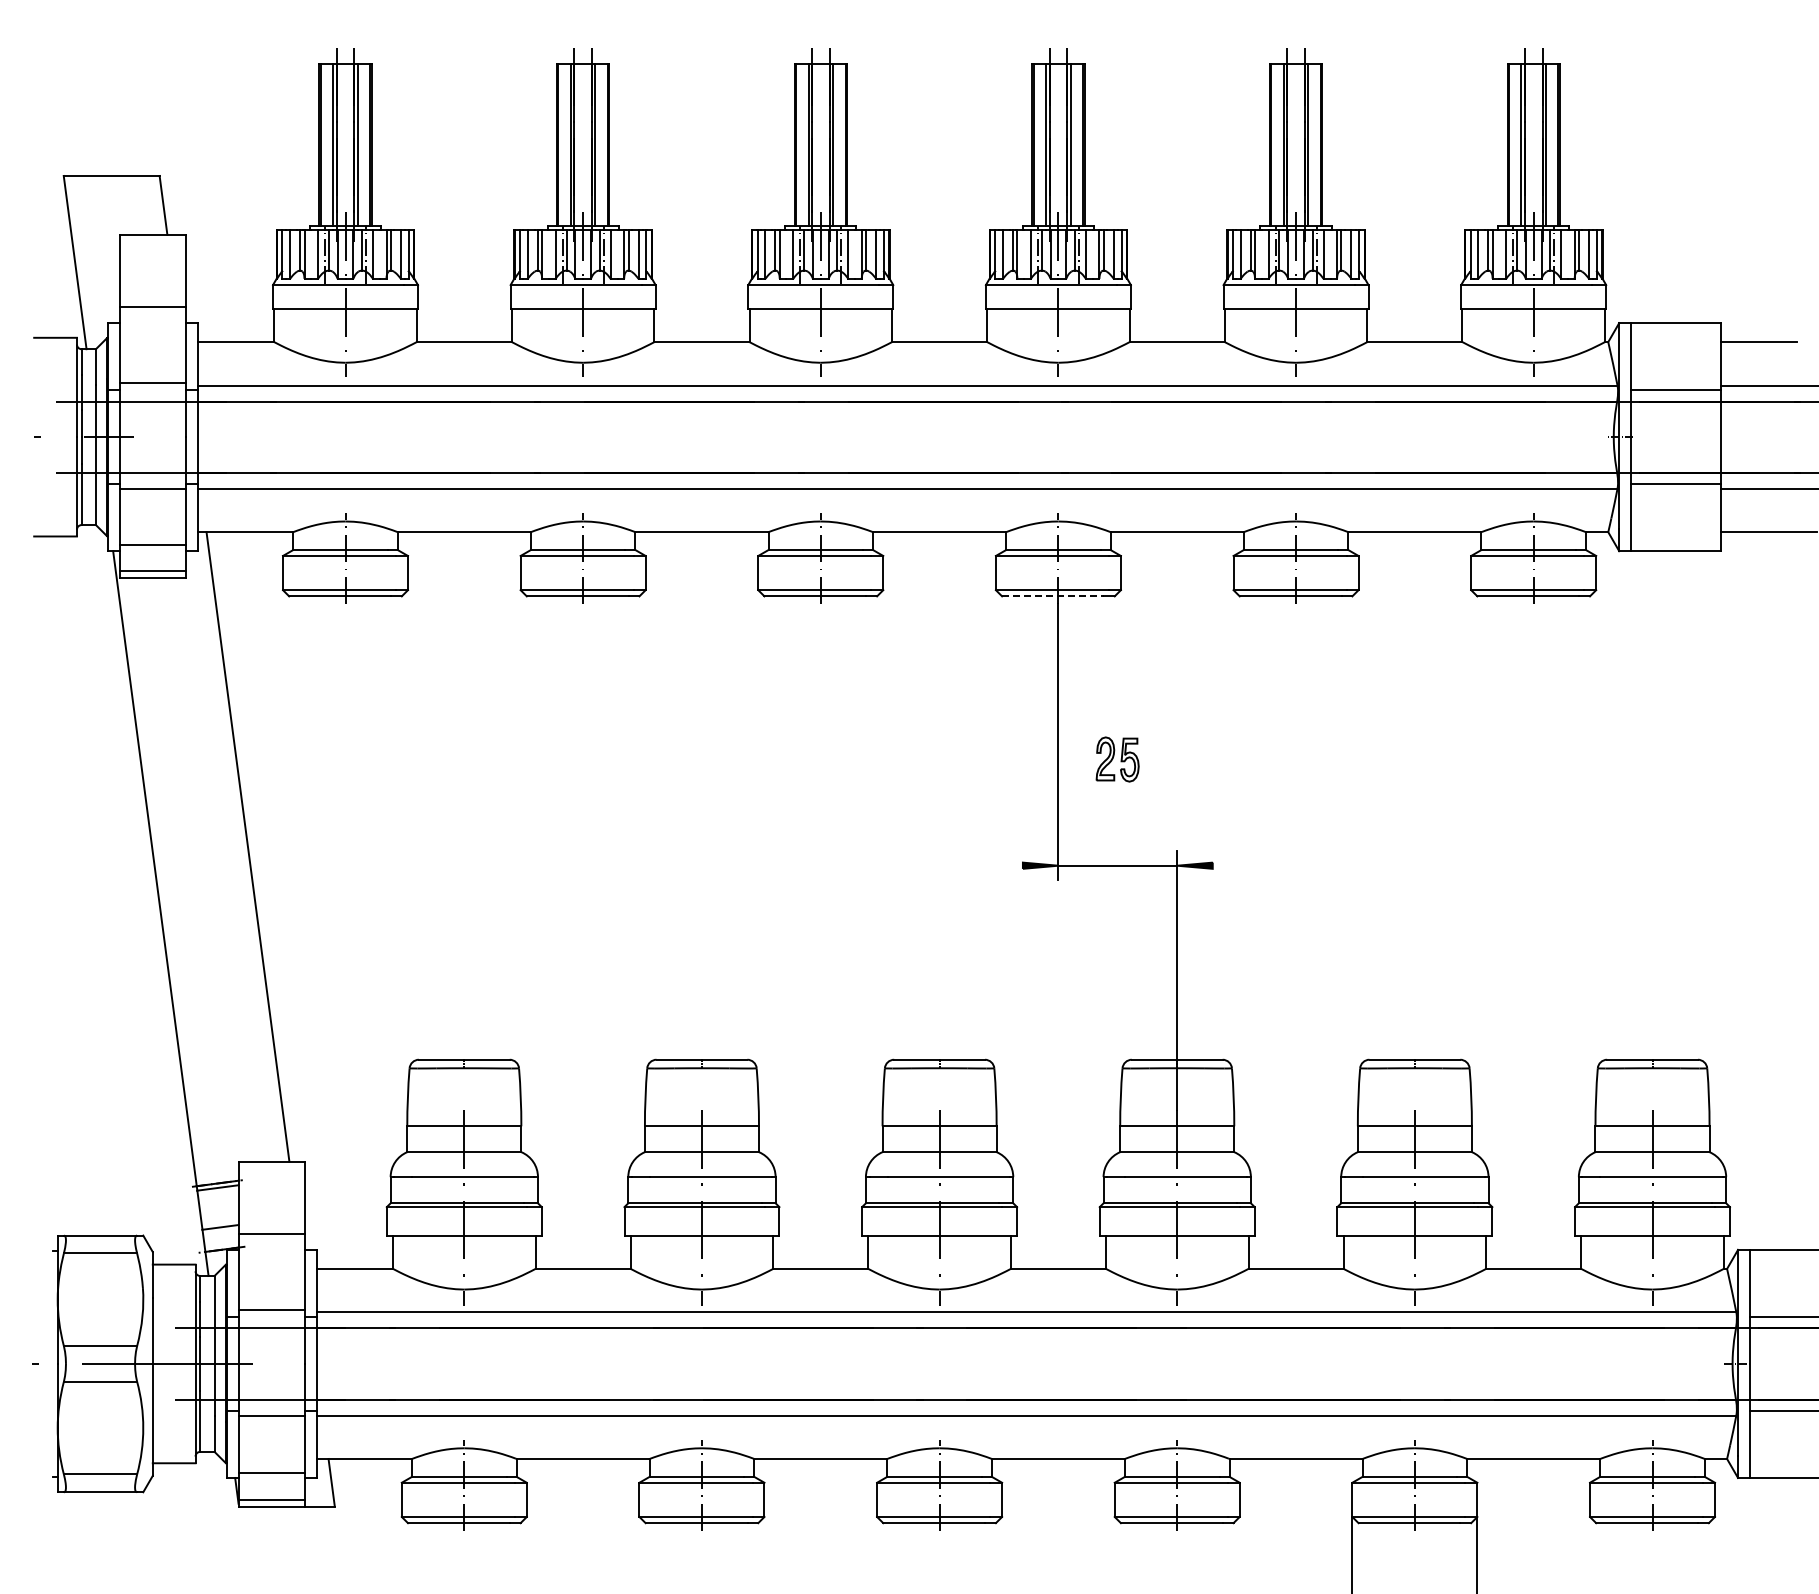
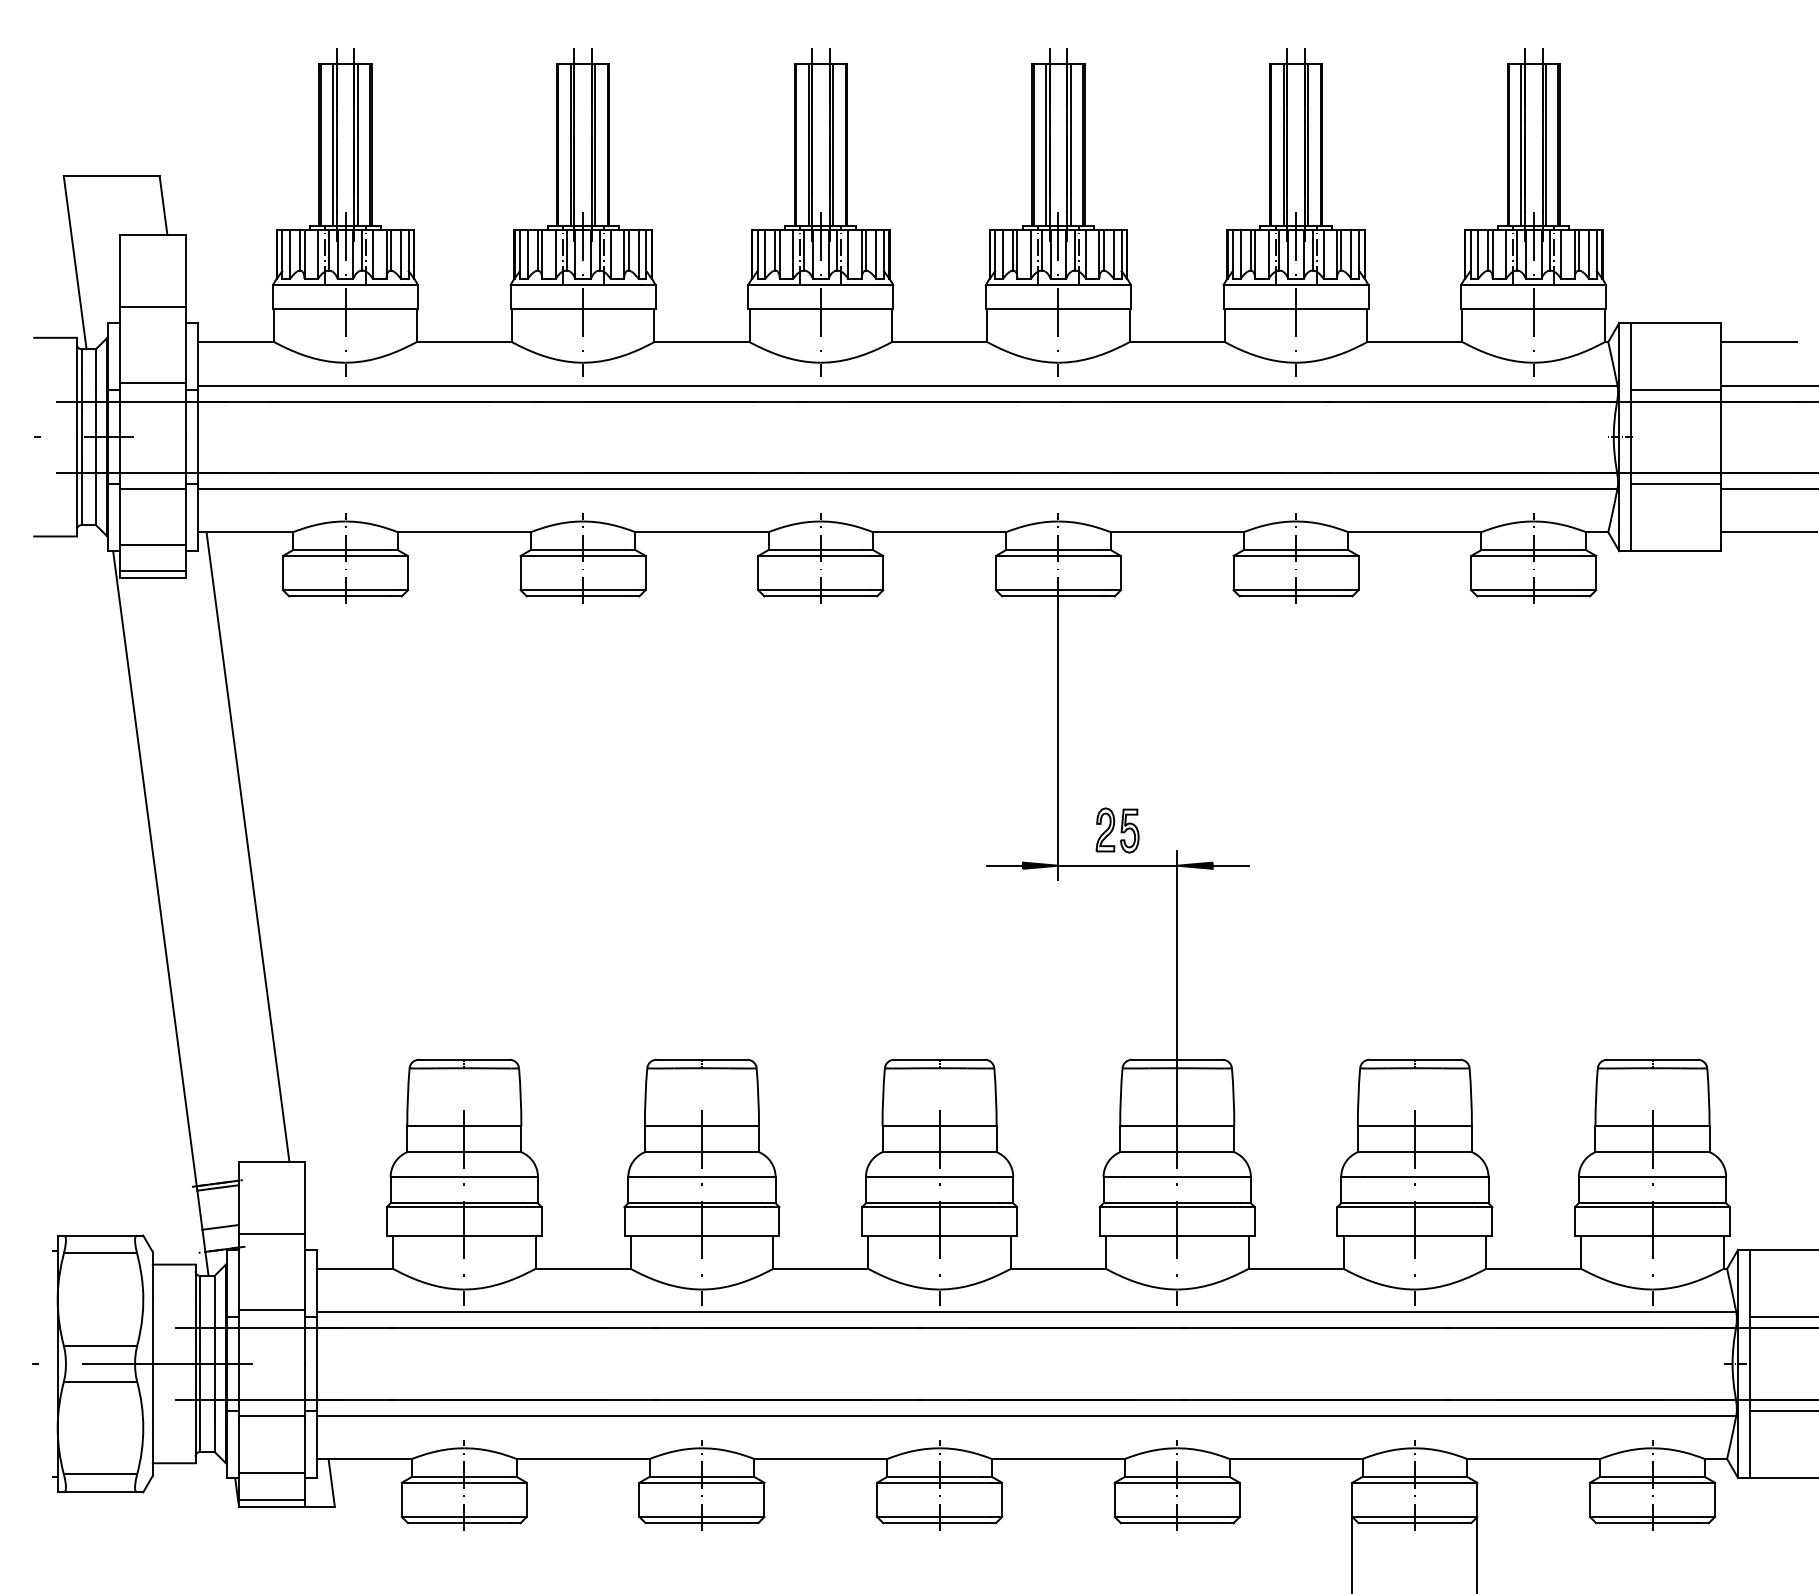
line at (1053, 596): dashed -> solid
part at (1117, 759) position: (1117, 759) -> (1117, 830)
line at (1004, 865): none -> present
line at (1230, 865): none -> present
